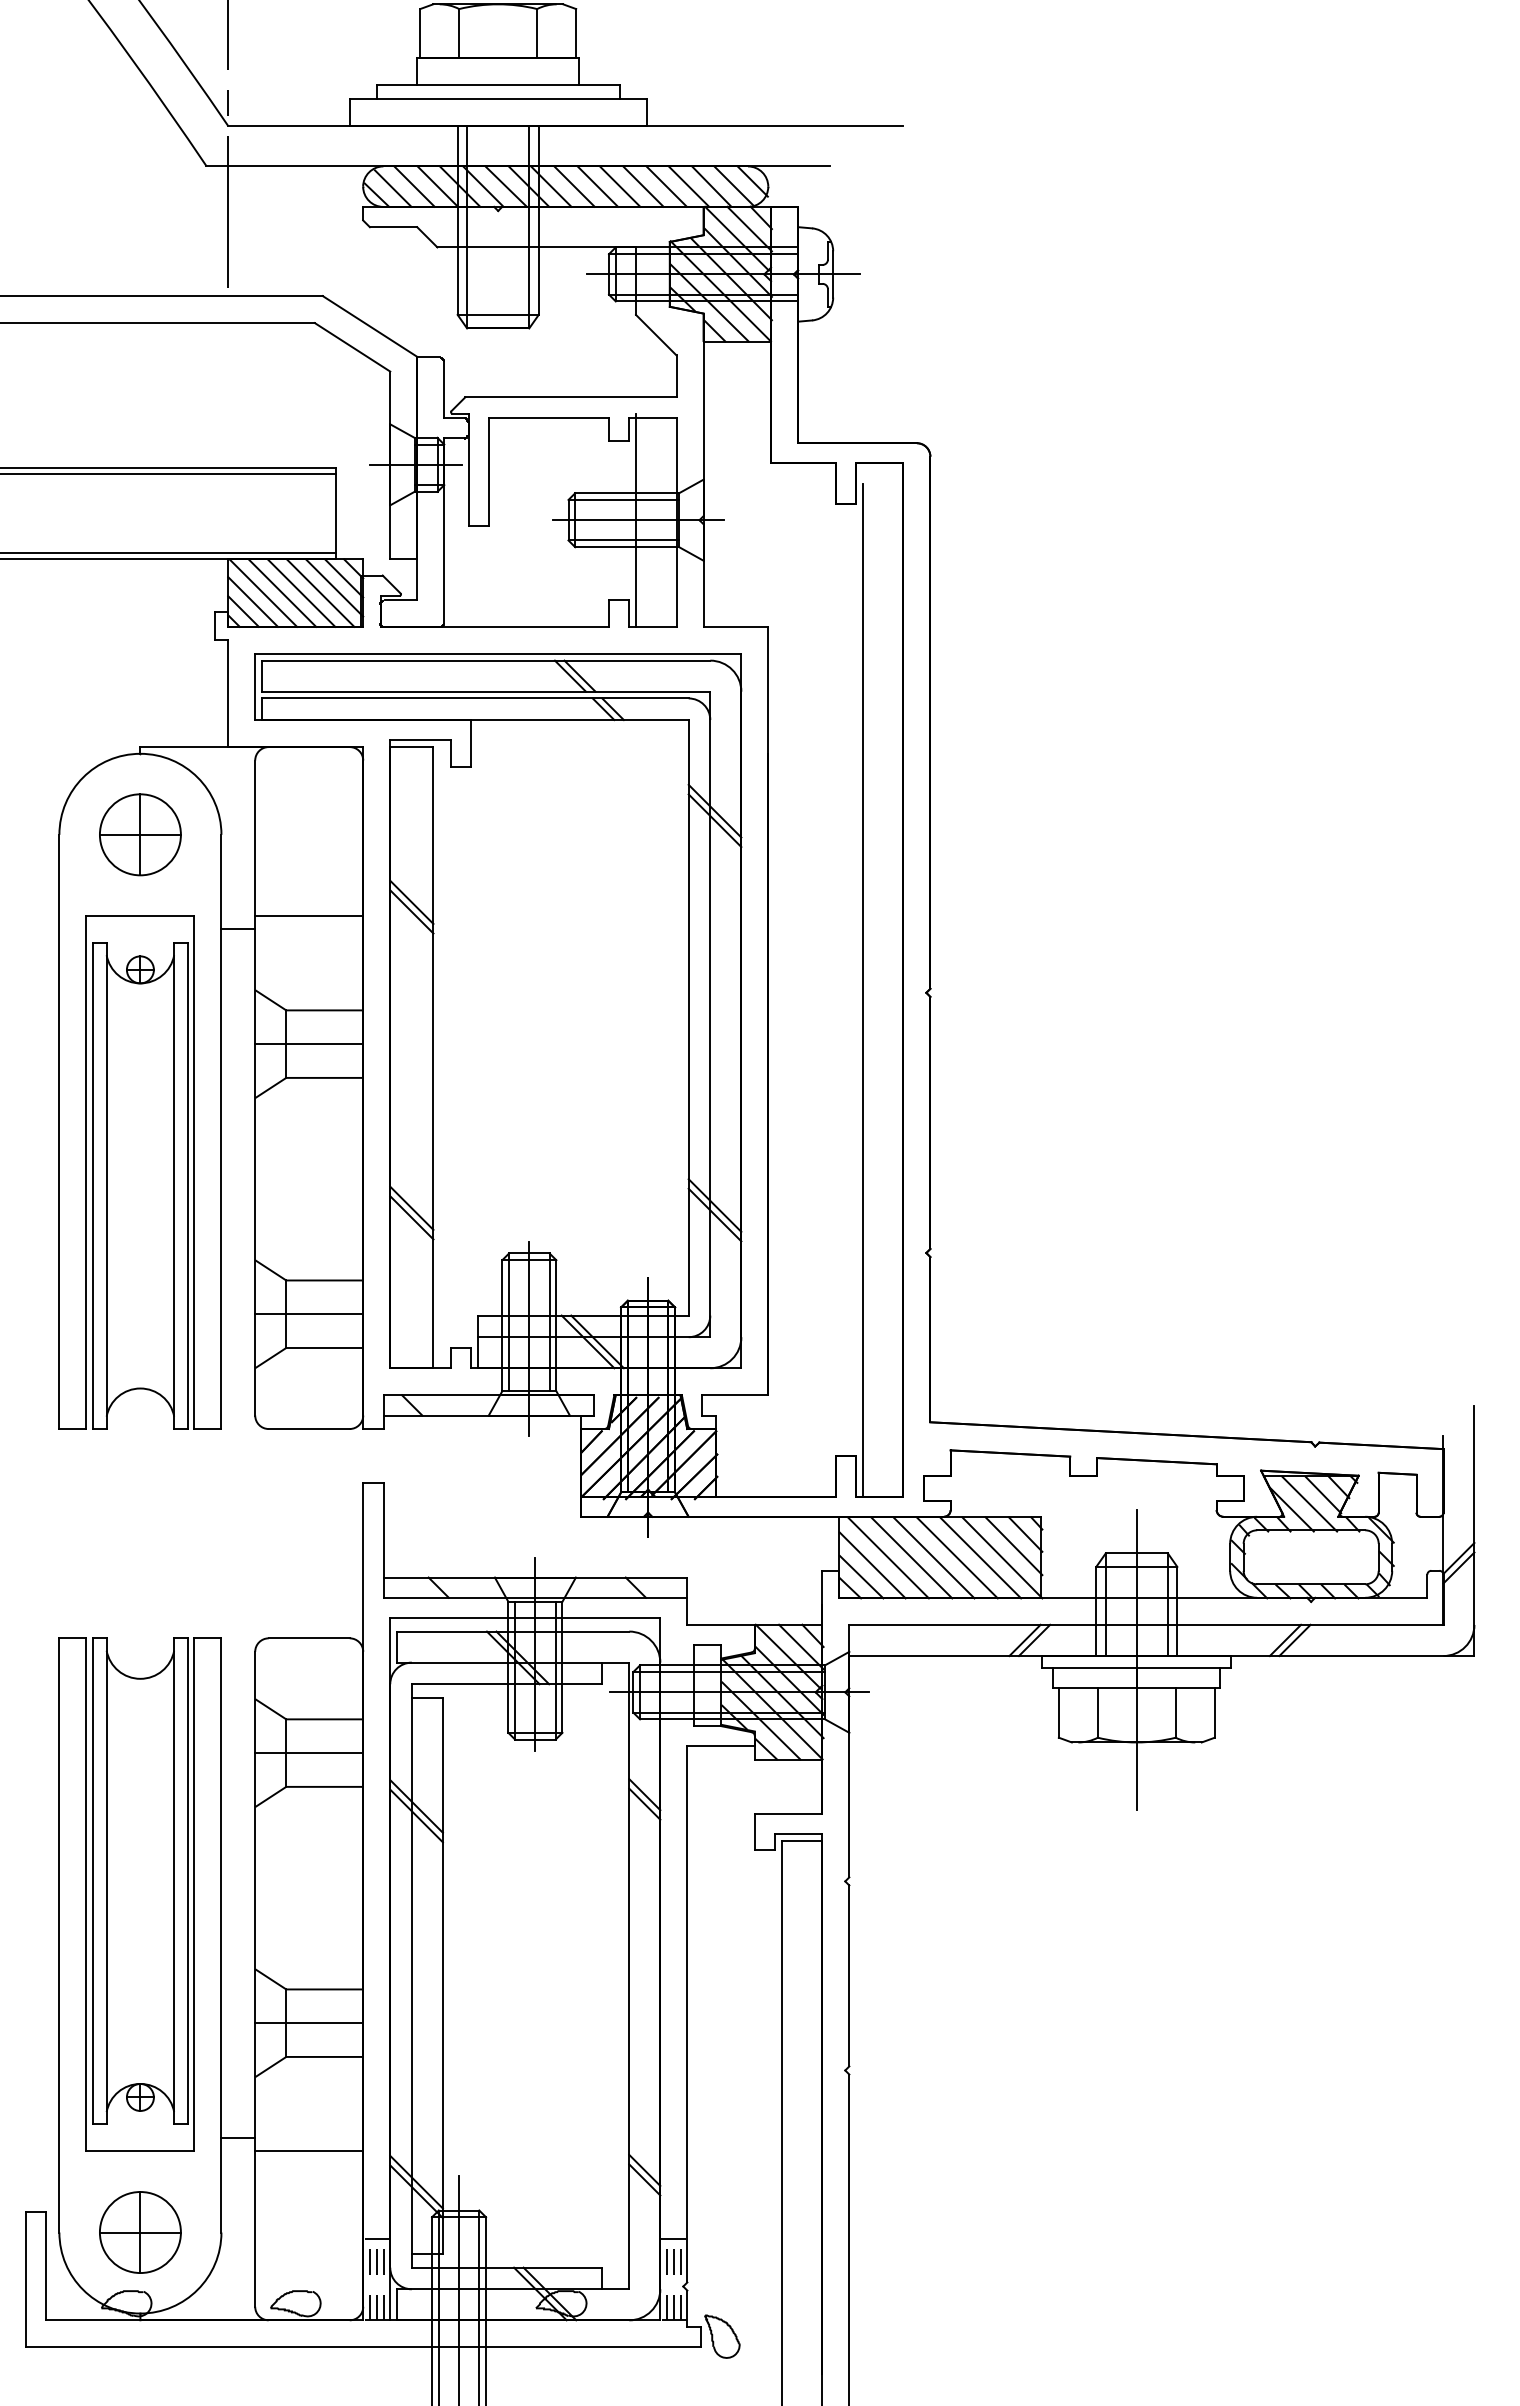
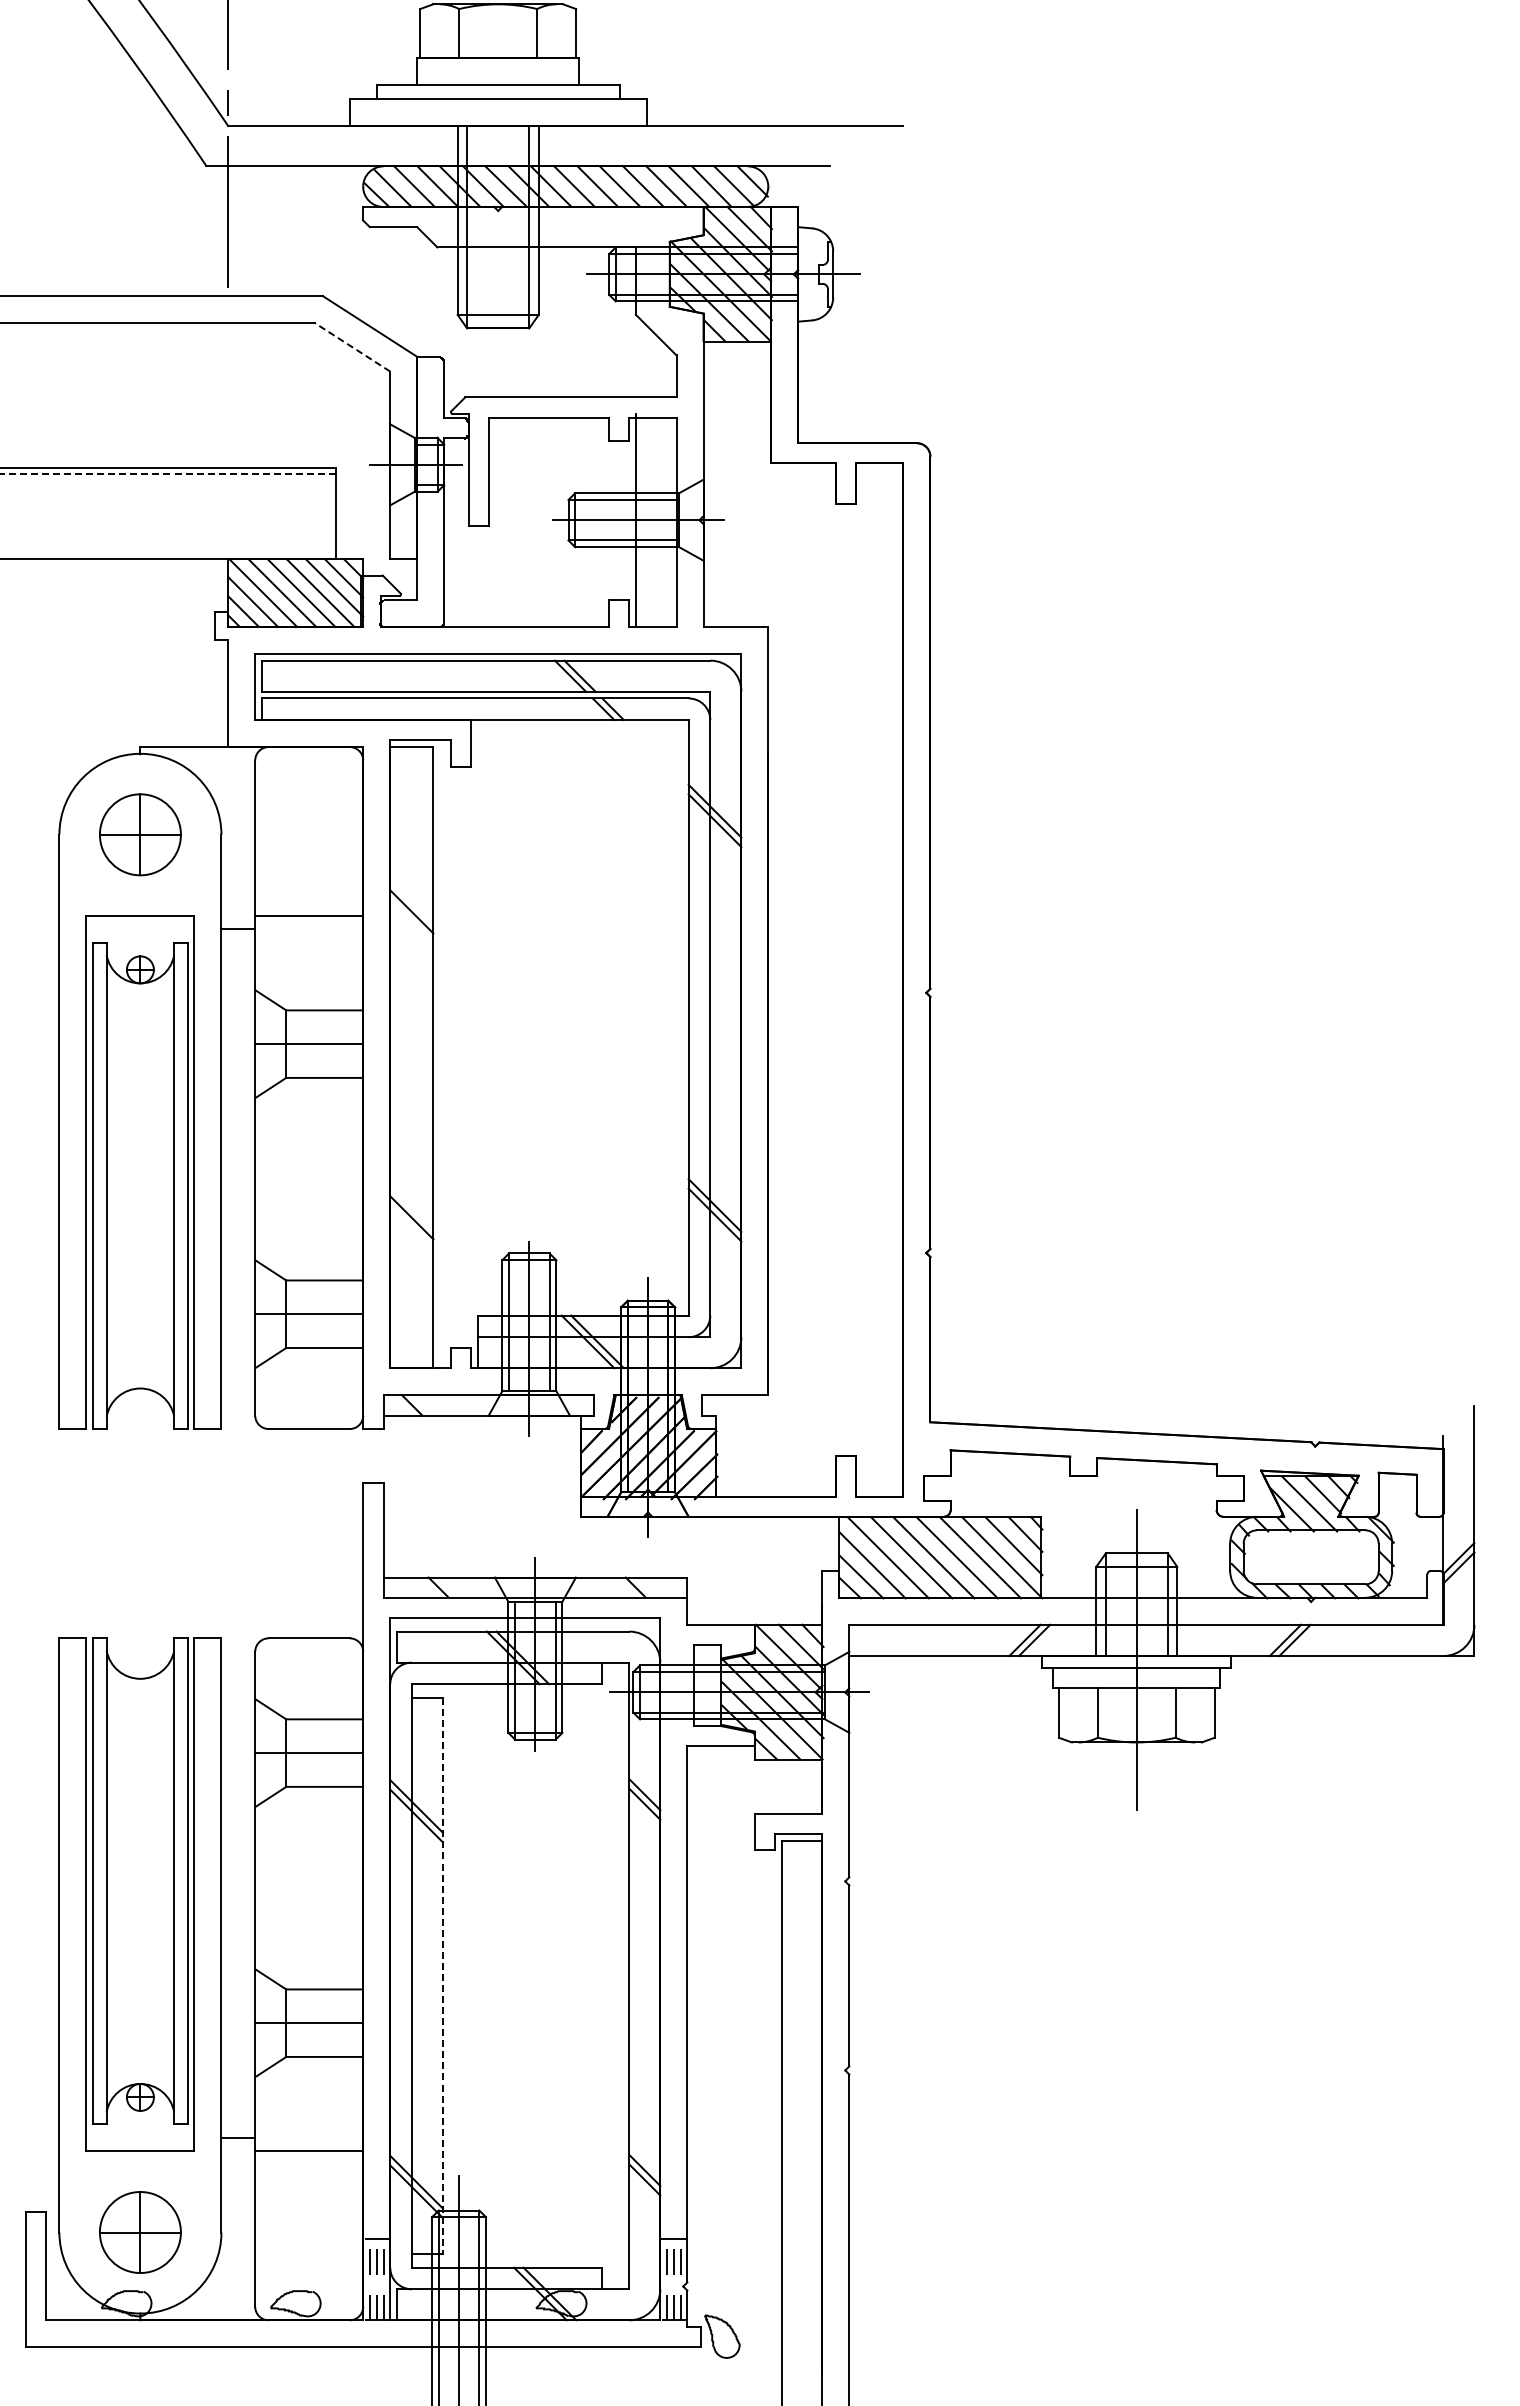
line at (352, 347): solid -> dashed
line at (168, 474): solid -> dashed
line at (169, 552): present -> none
line at (411, 901): present -> none
line at (862, 989): present -> none
line at (411, 1207): present -> none
line at (442, 1976): solid -> dashed
